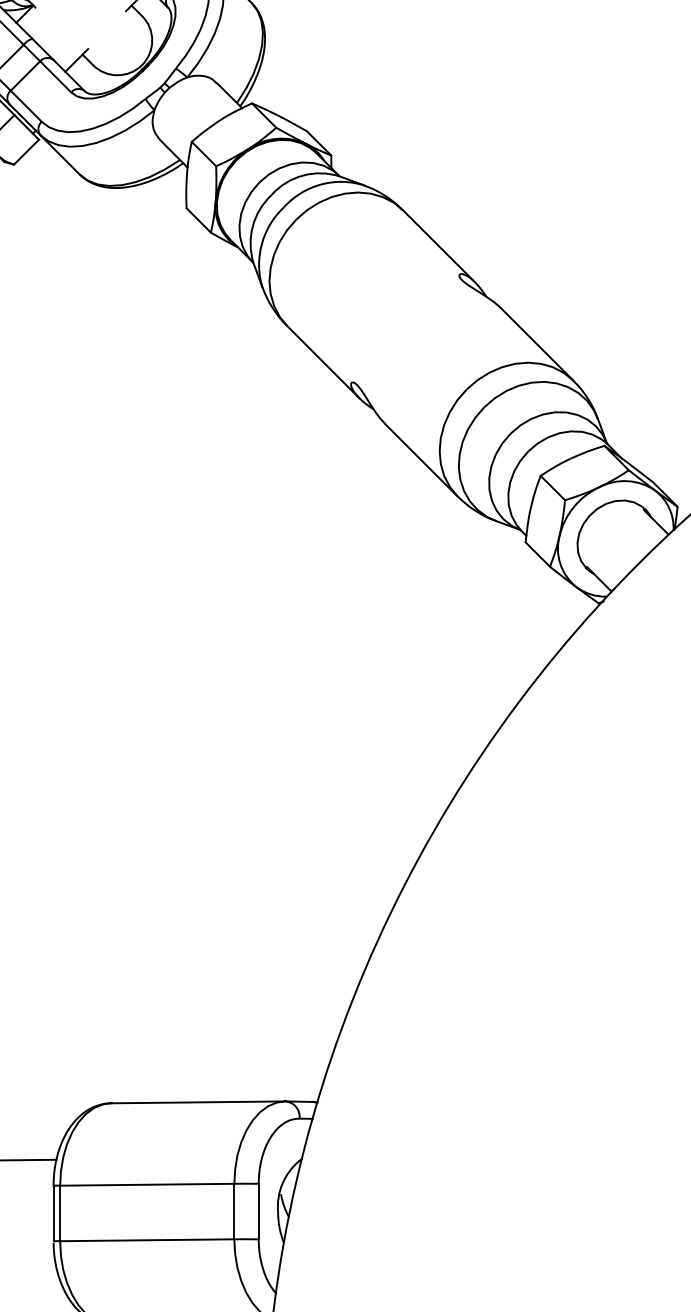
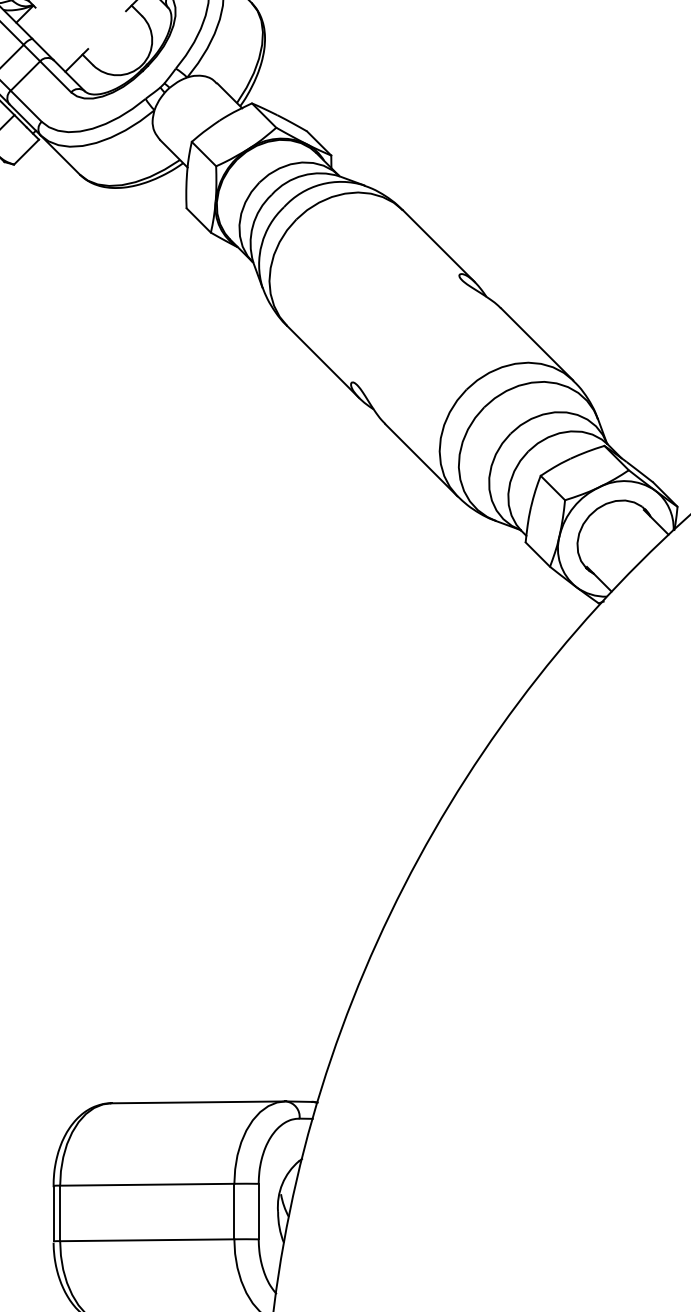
line at (29, 1159): present -> none
